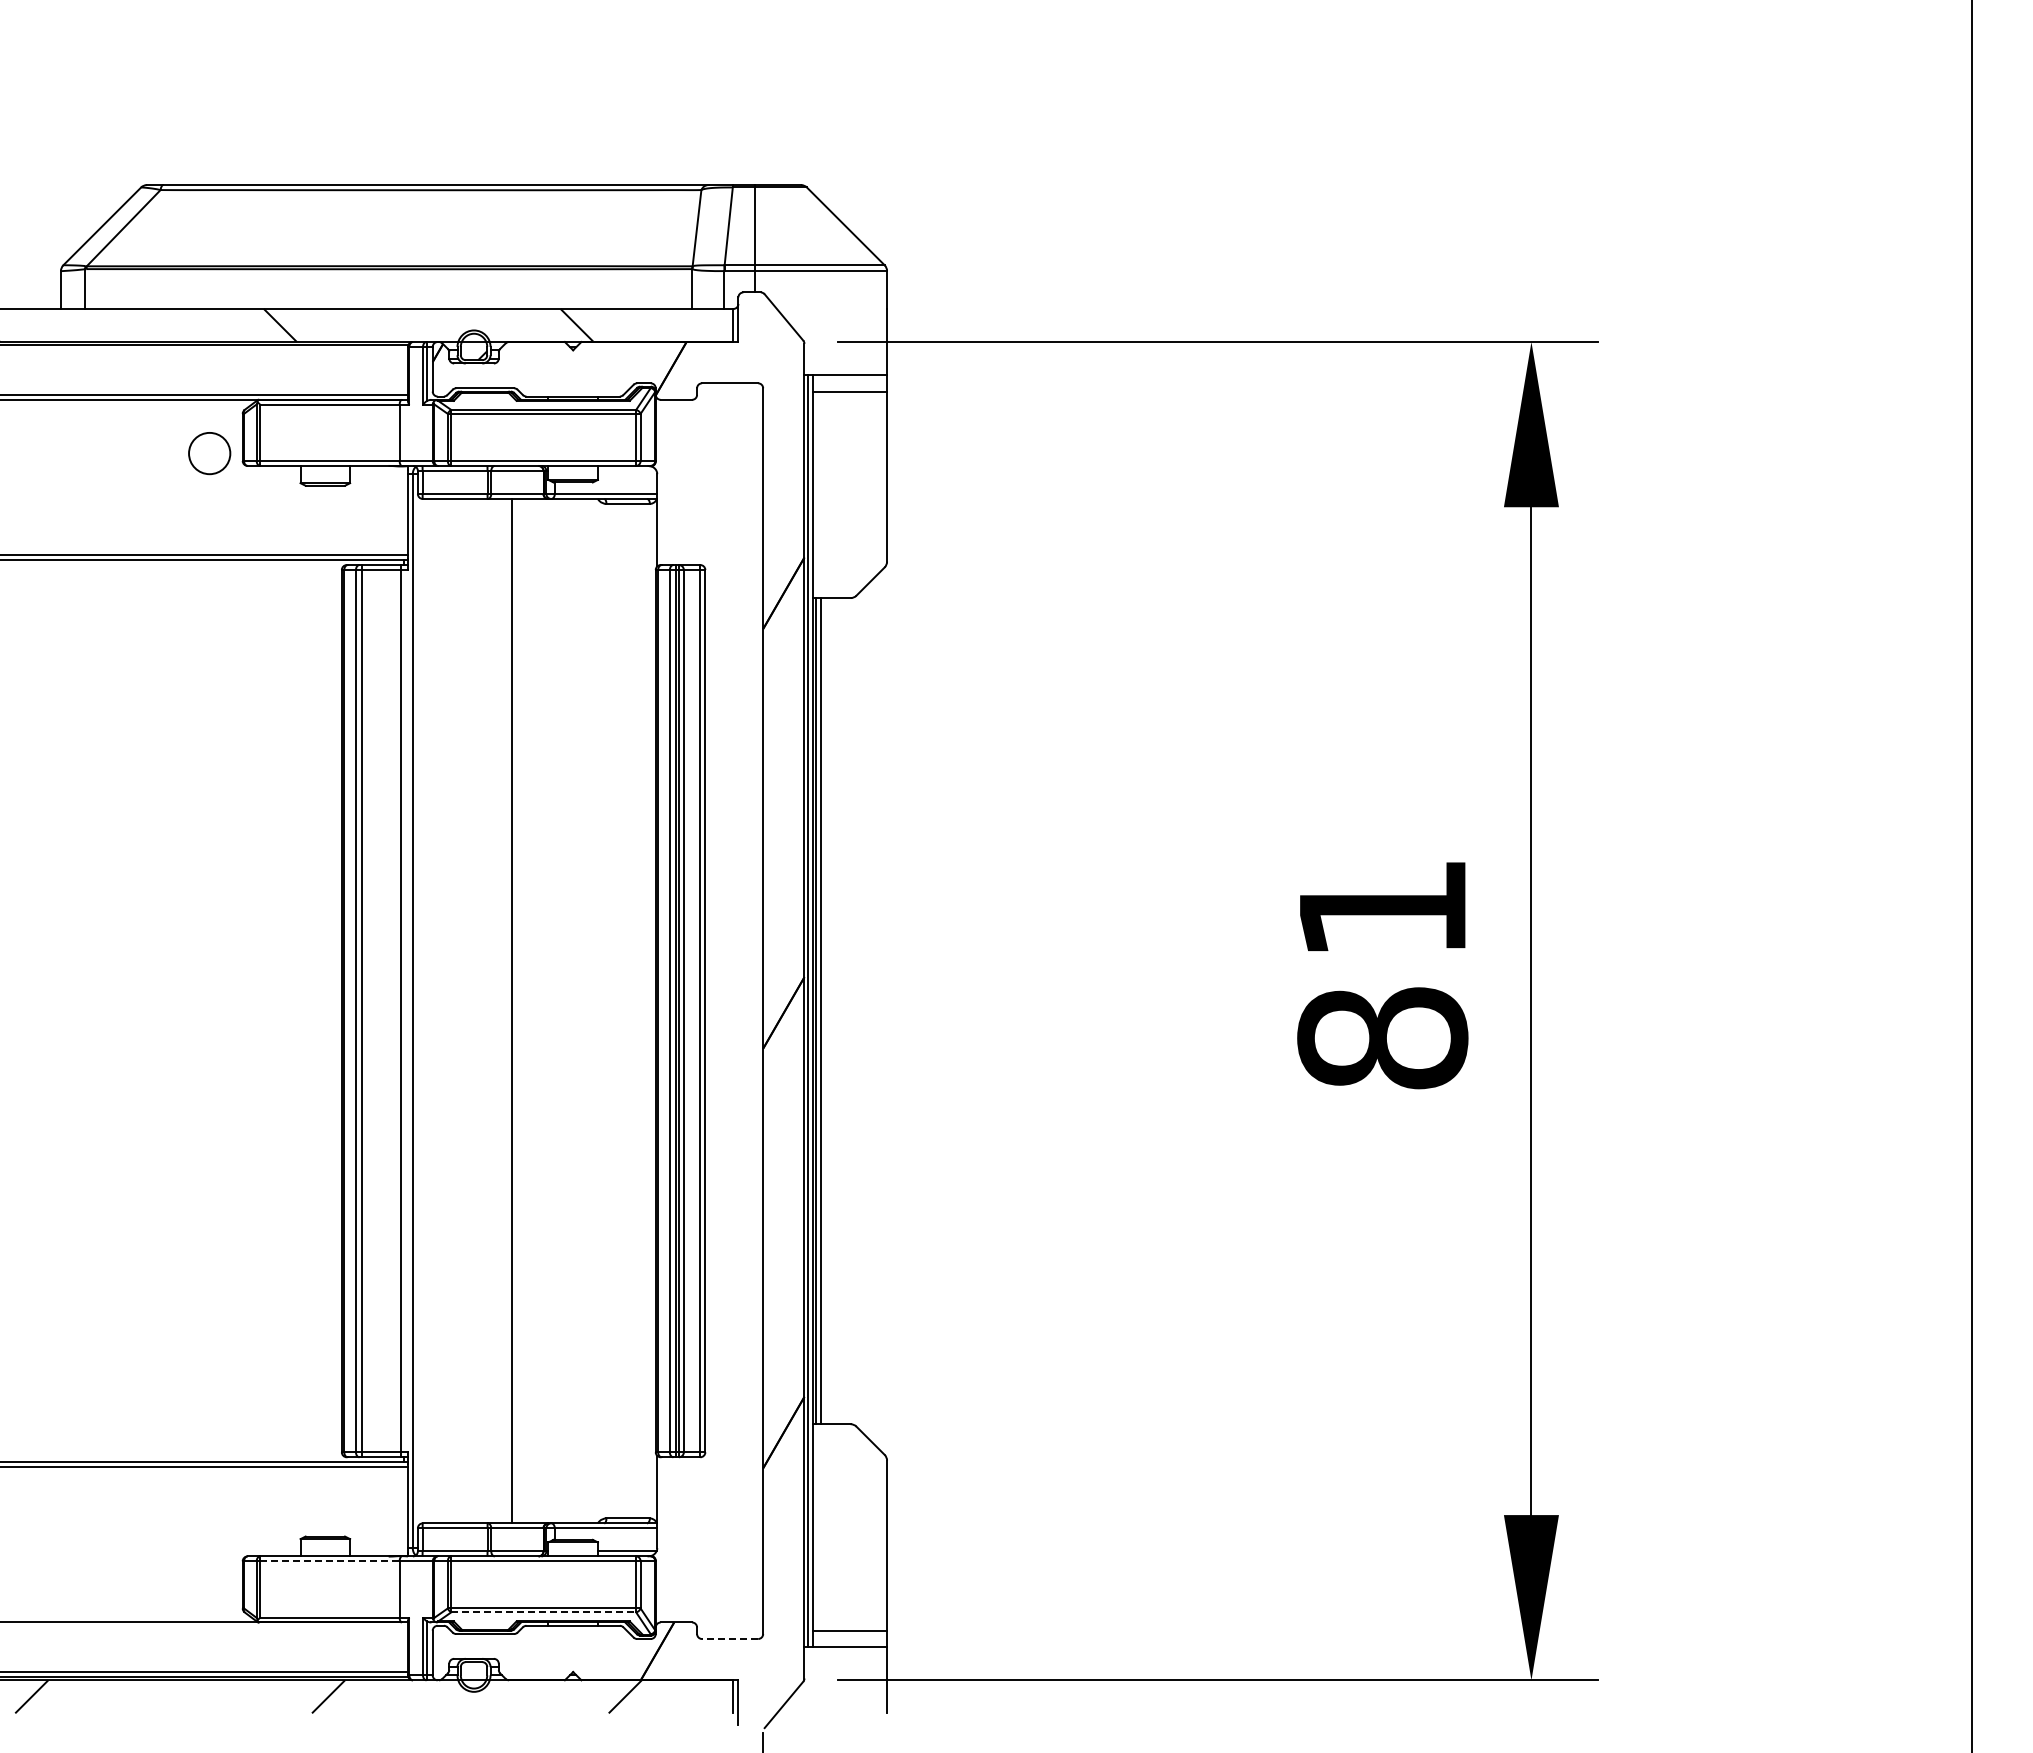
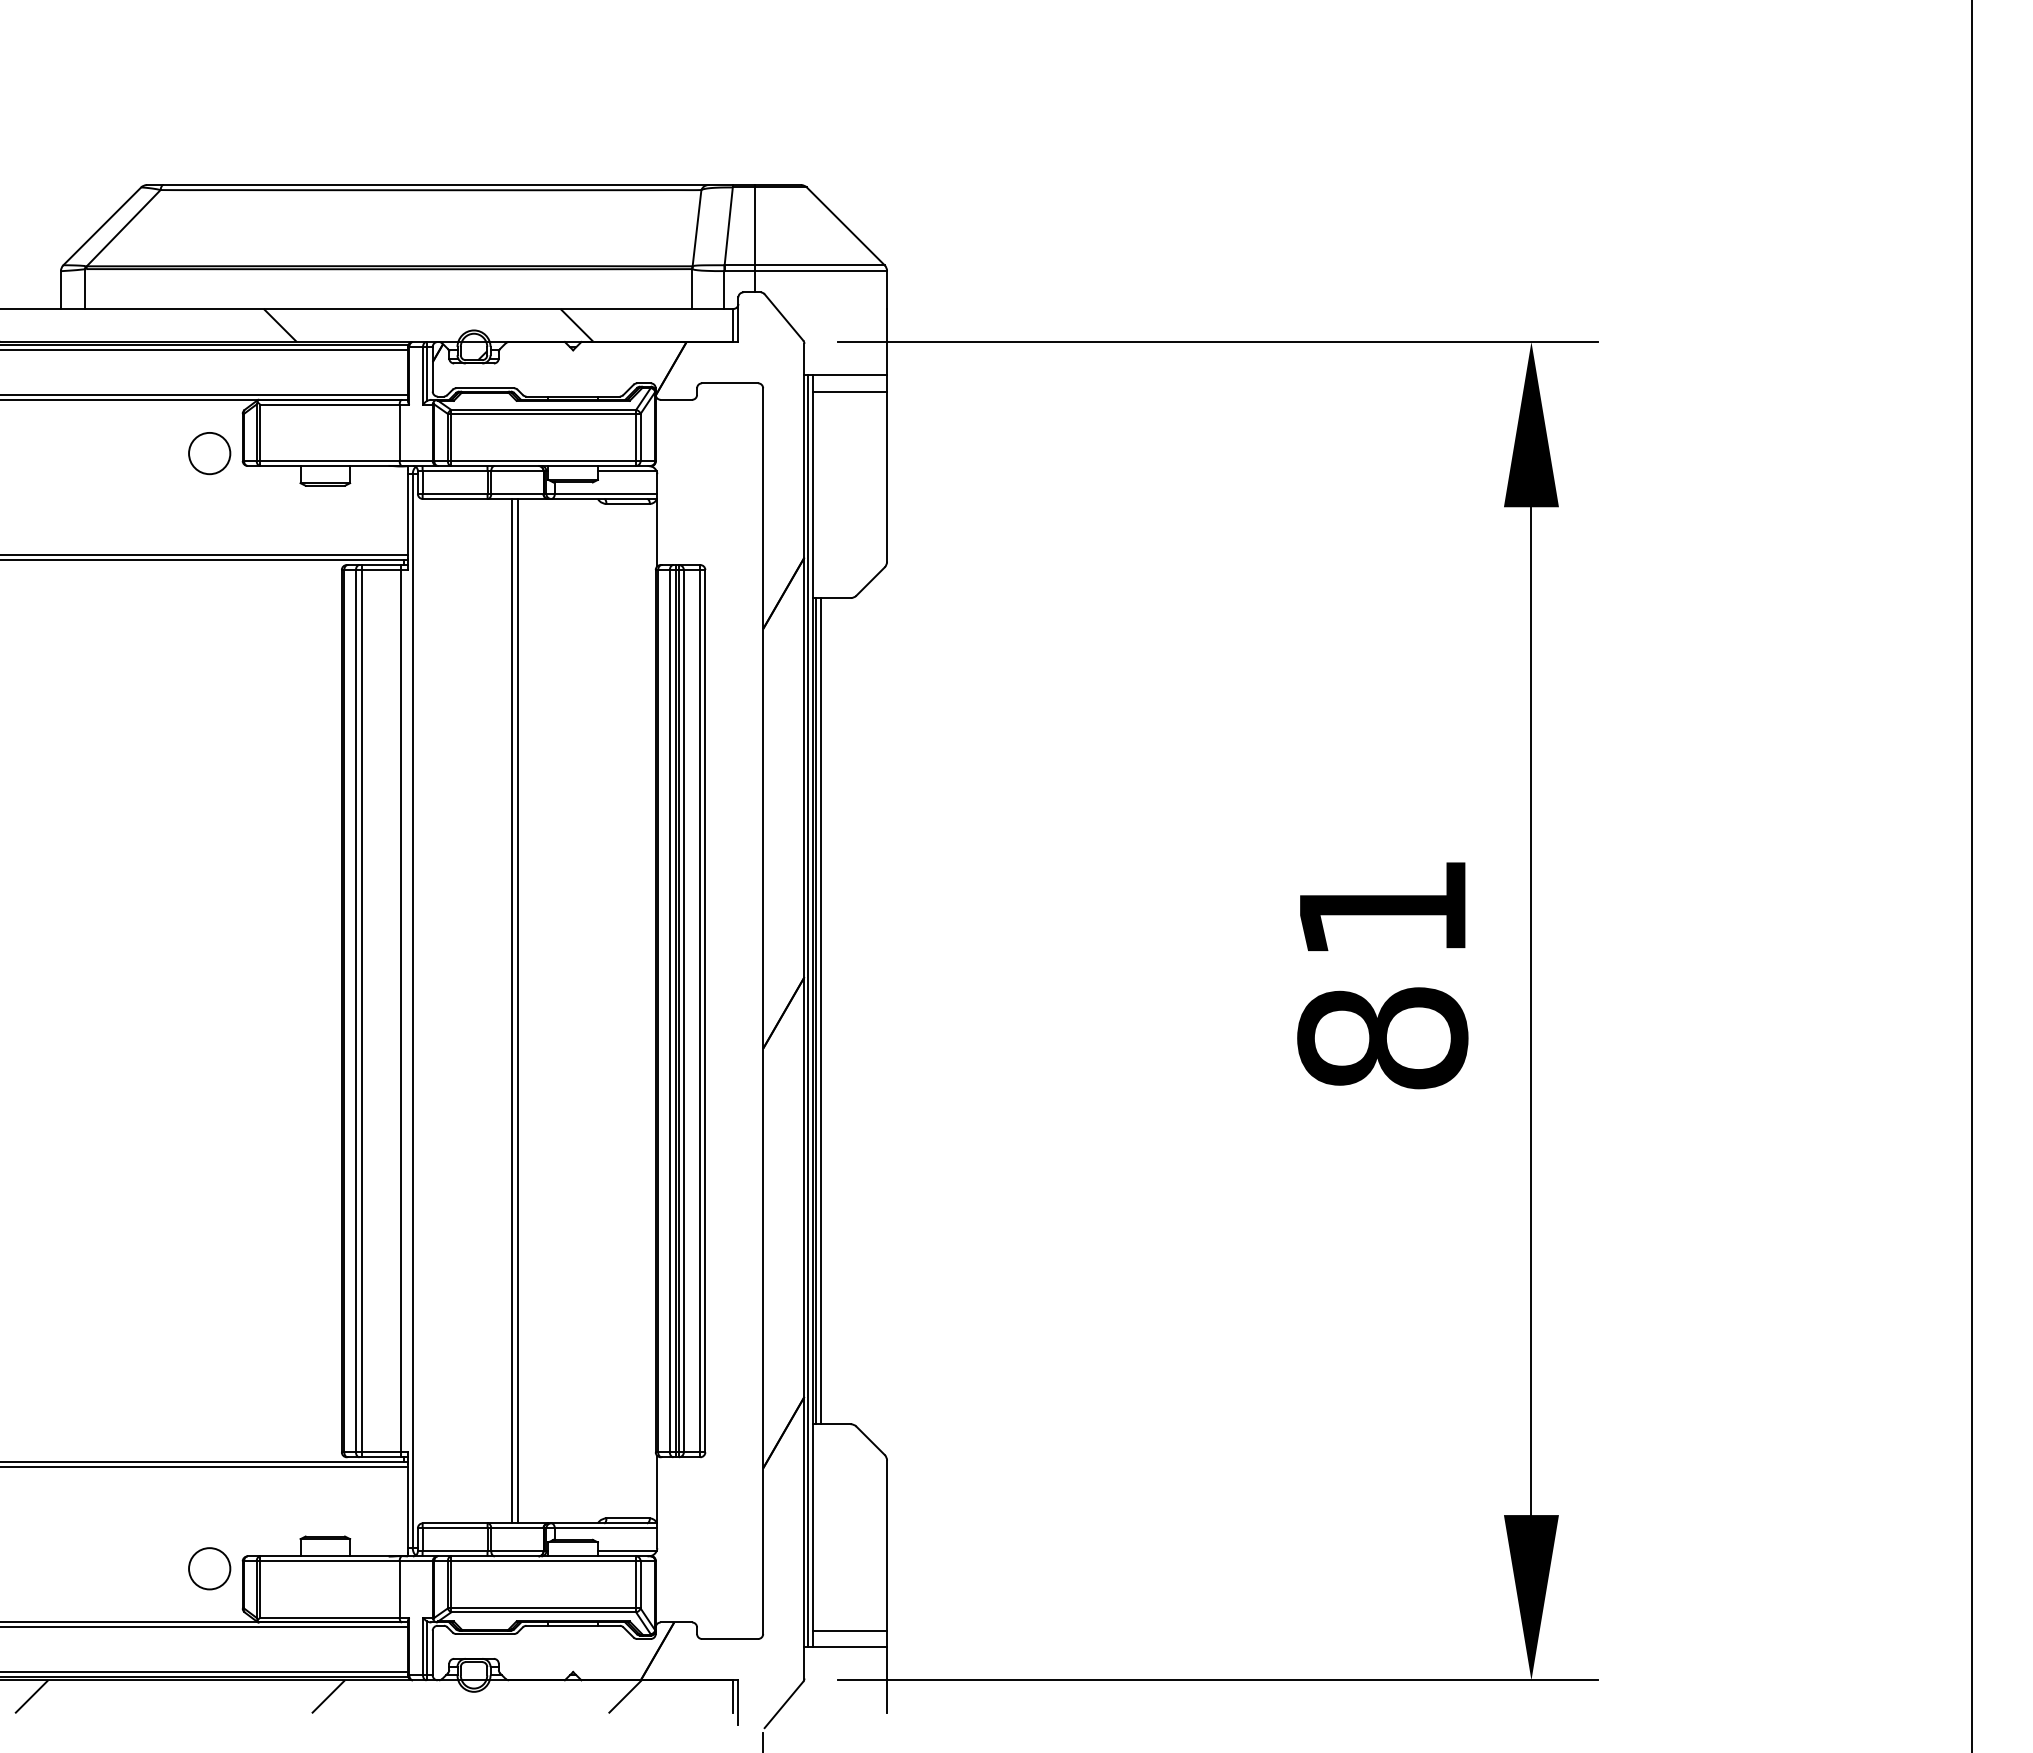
line at (204, 350): none -> present
line at (626, 470): none -> present
line at (518, 1010): none -> present
line at (329, 1561): dashed -> solid
circle at (209, 1568): none -> present
line at (544, 1612): dashed -> solid
line at (204, 1627): none -> present
line at (729, 1639): dashed -> solid
